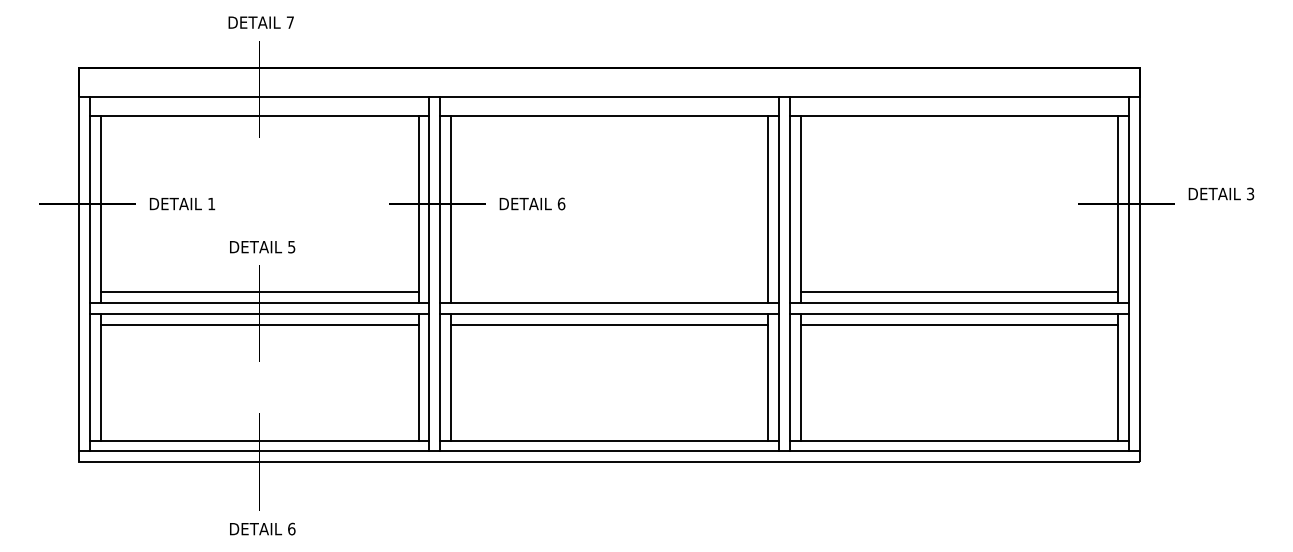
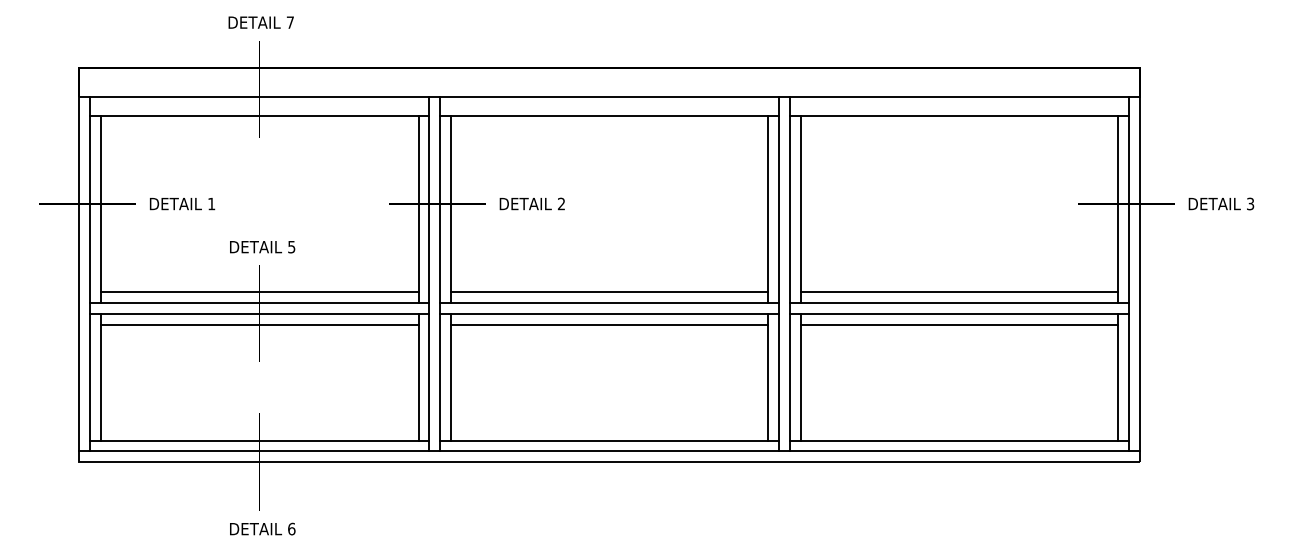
text at (1221, 193) position: (1221, 193) -> (1221, 203)
text at (561, 203): 6 -> 2
line at (609, 292): none -> present
